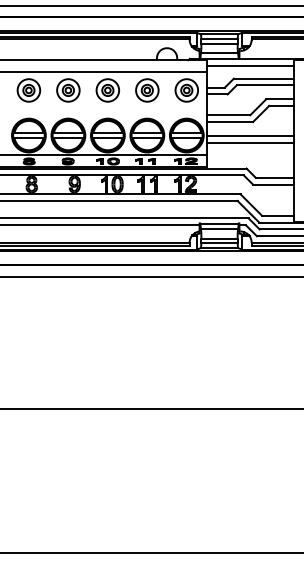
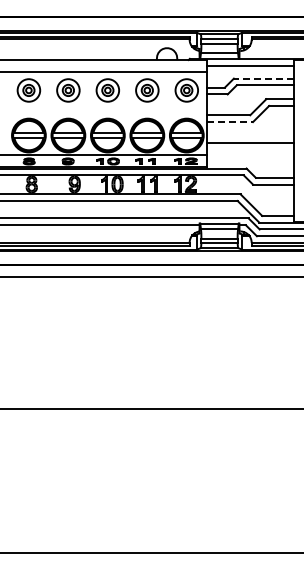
line at (151, 5): present -> none
line at (263, 78): solid -> dashed
line at (230, 122): solid -> dashed
line at (249, 136): present -> none
